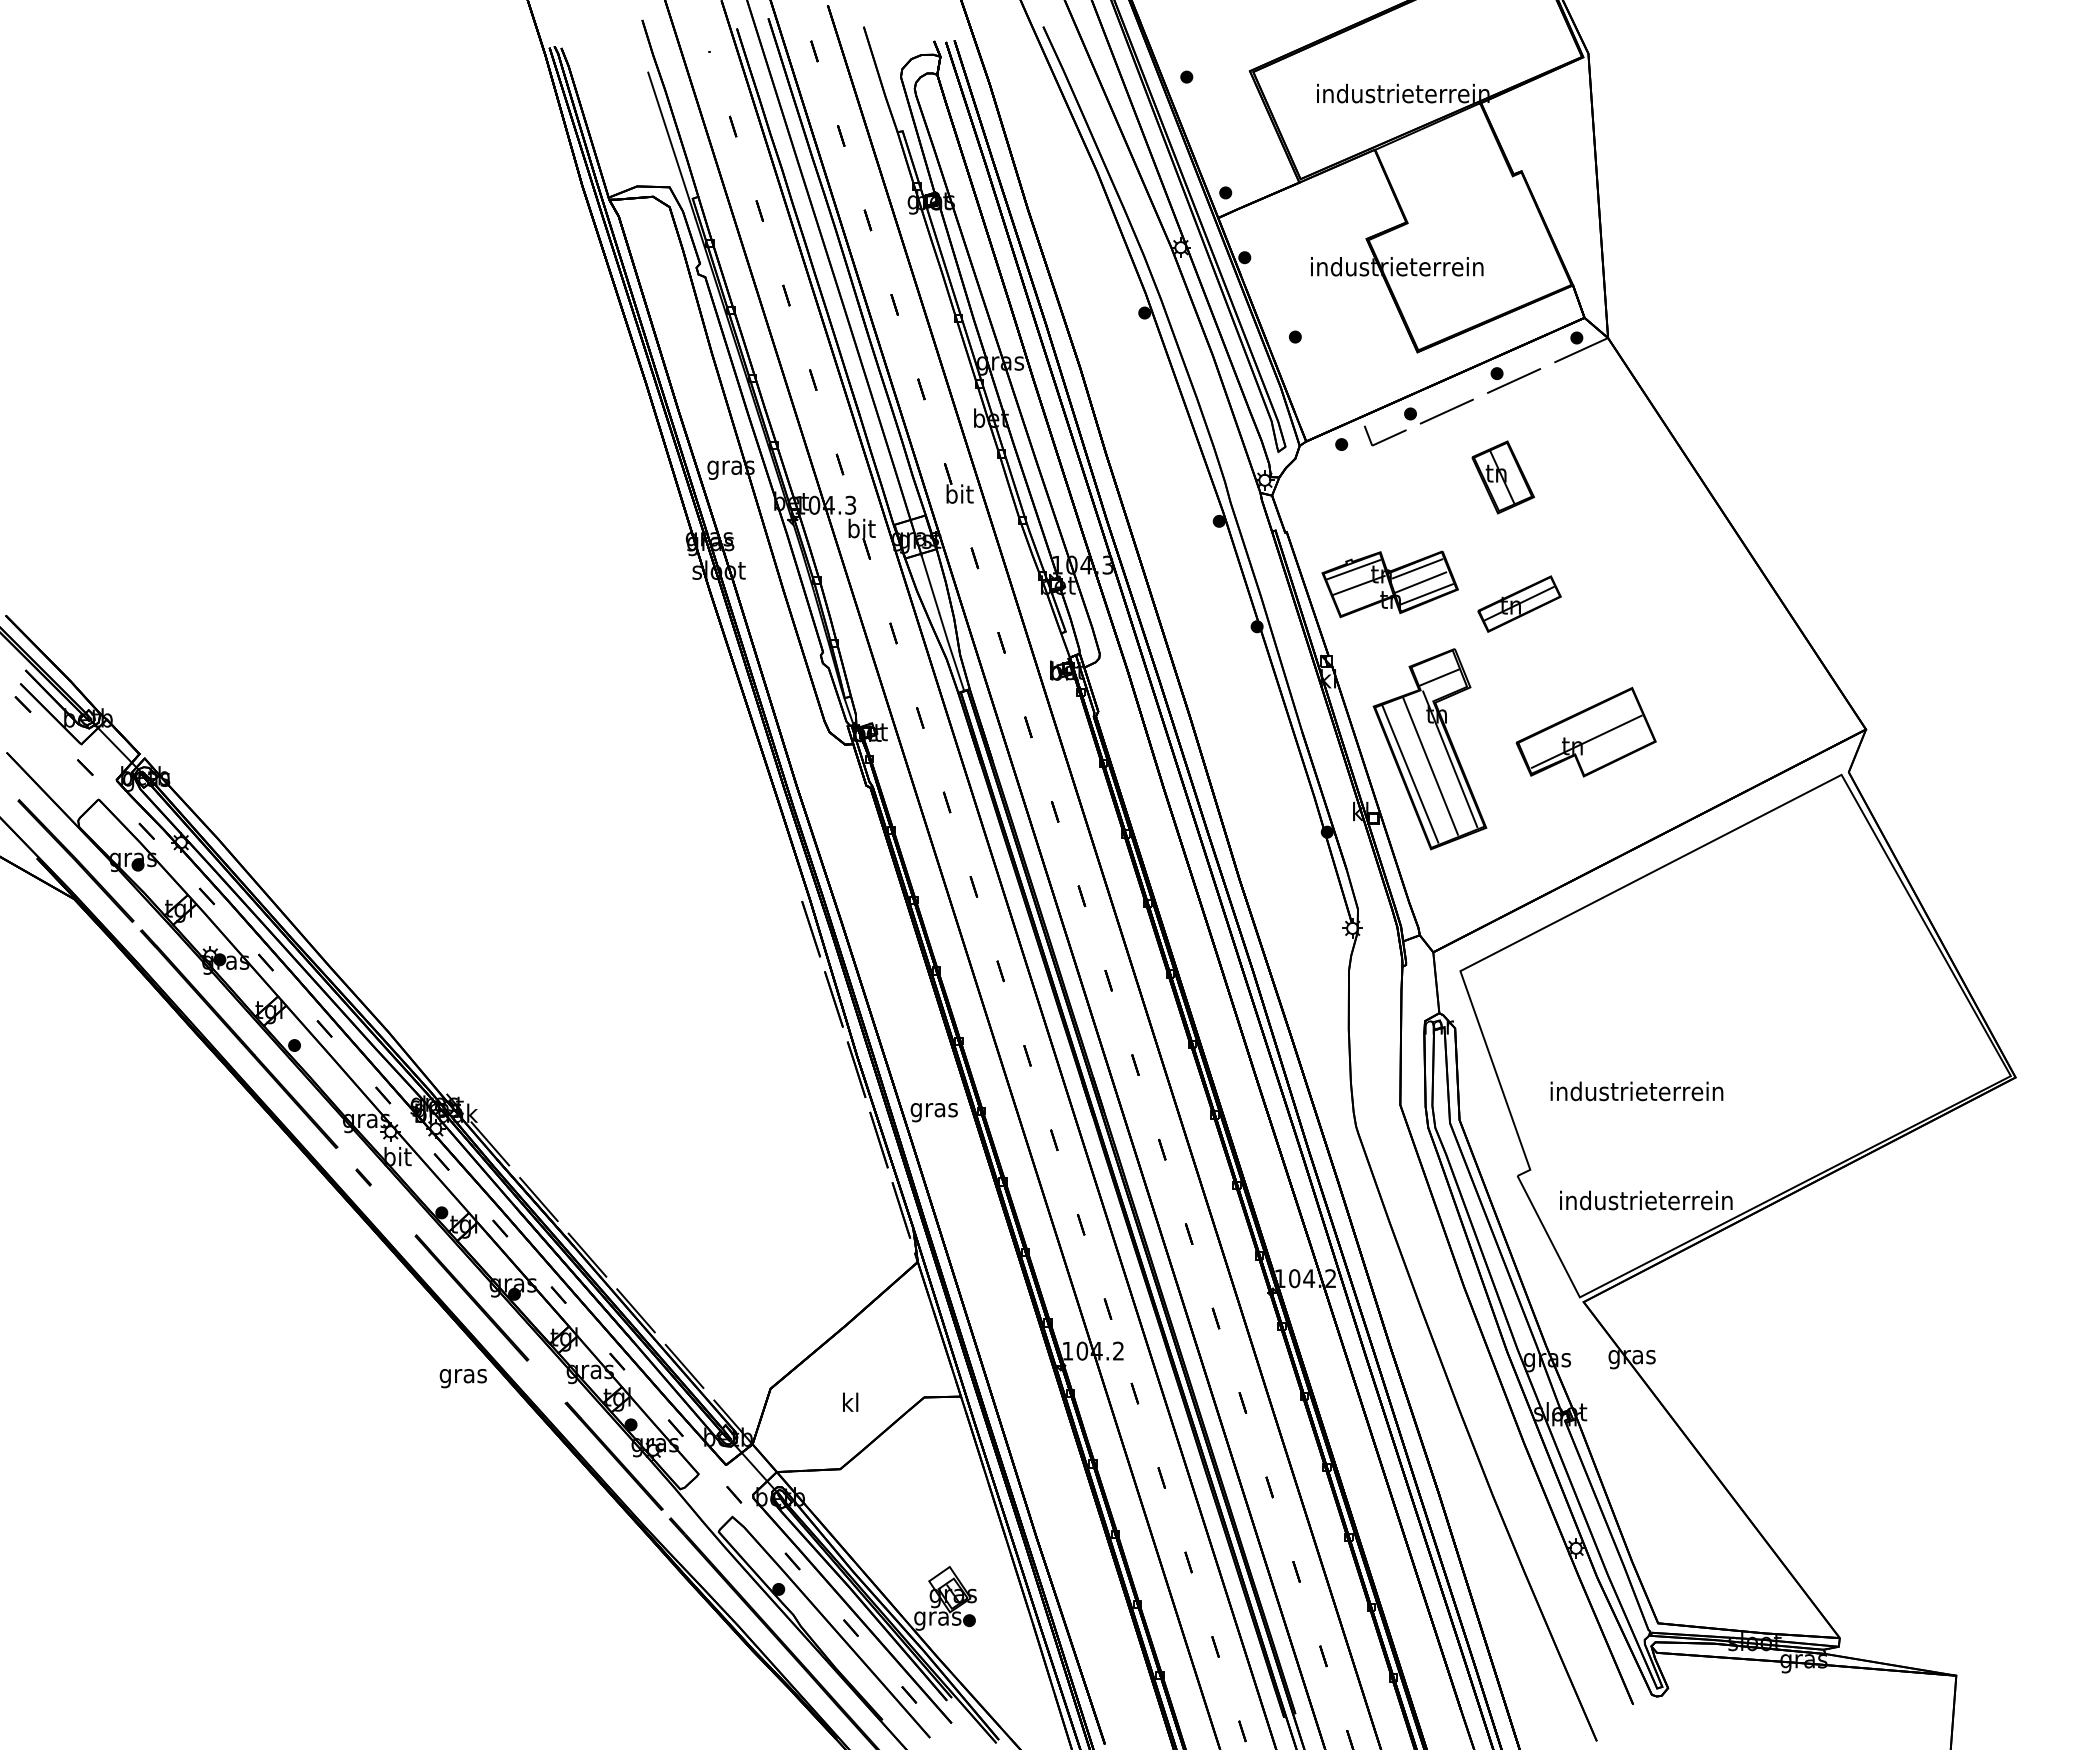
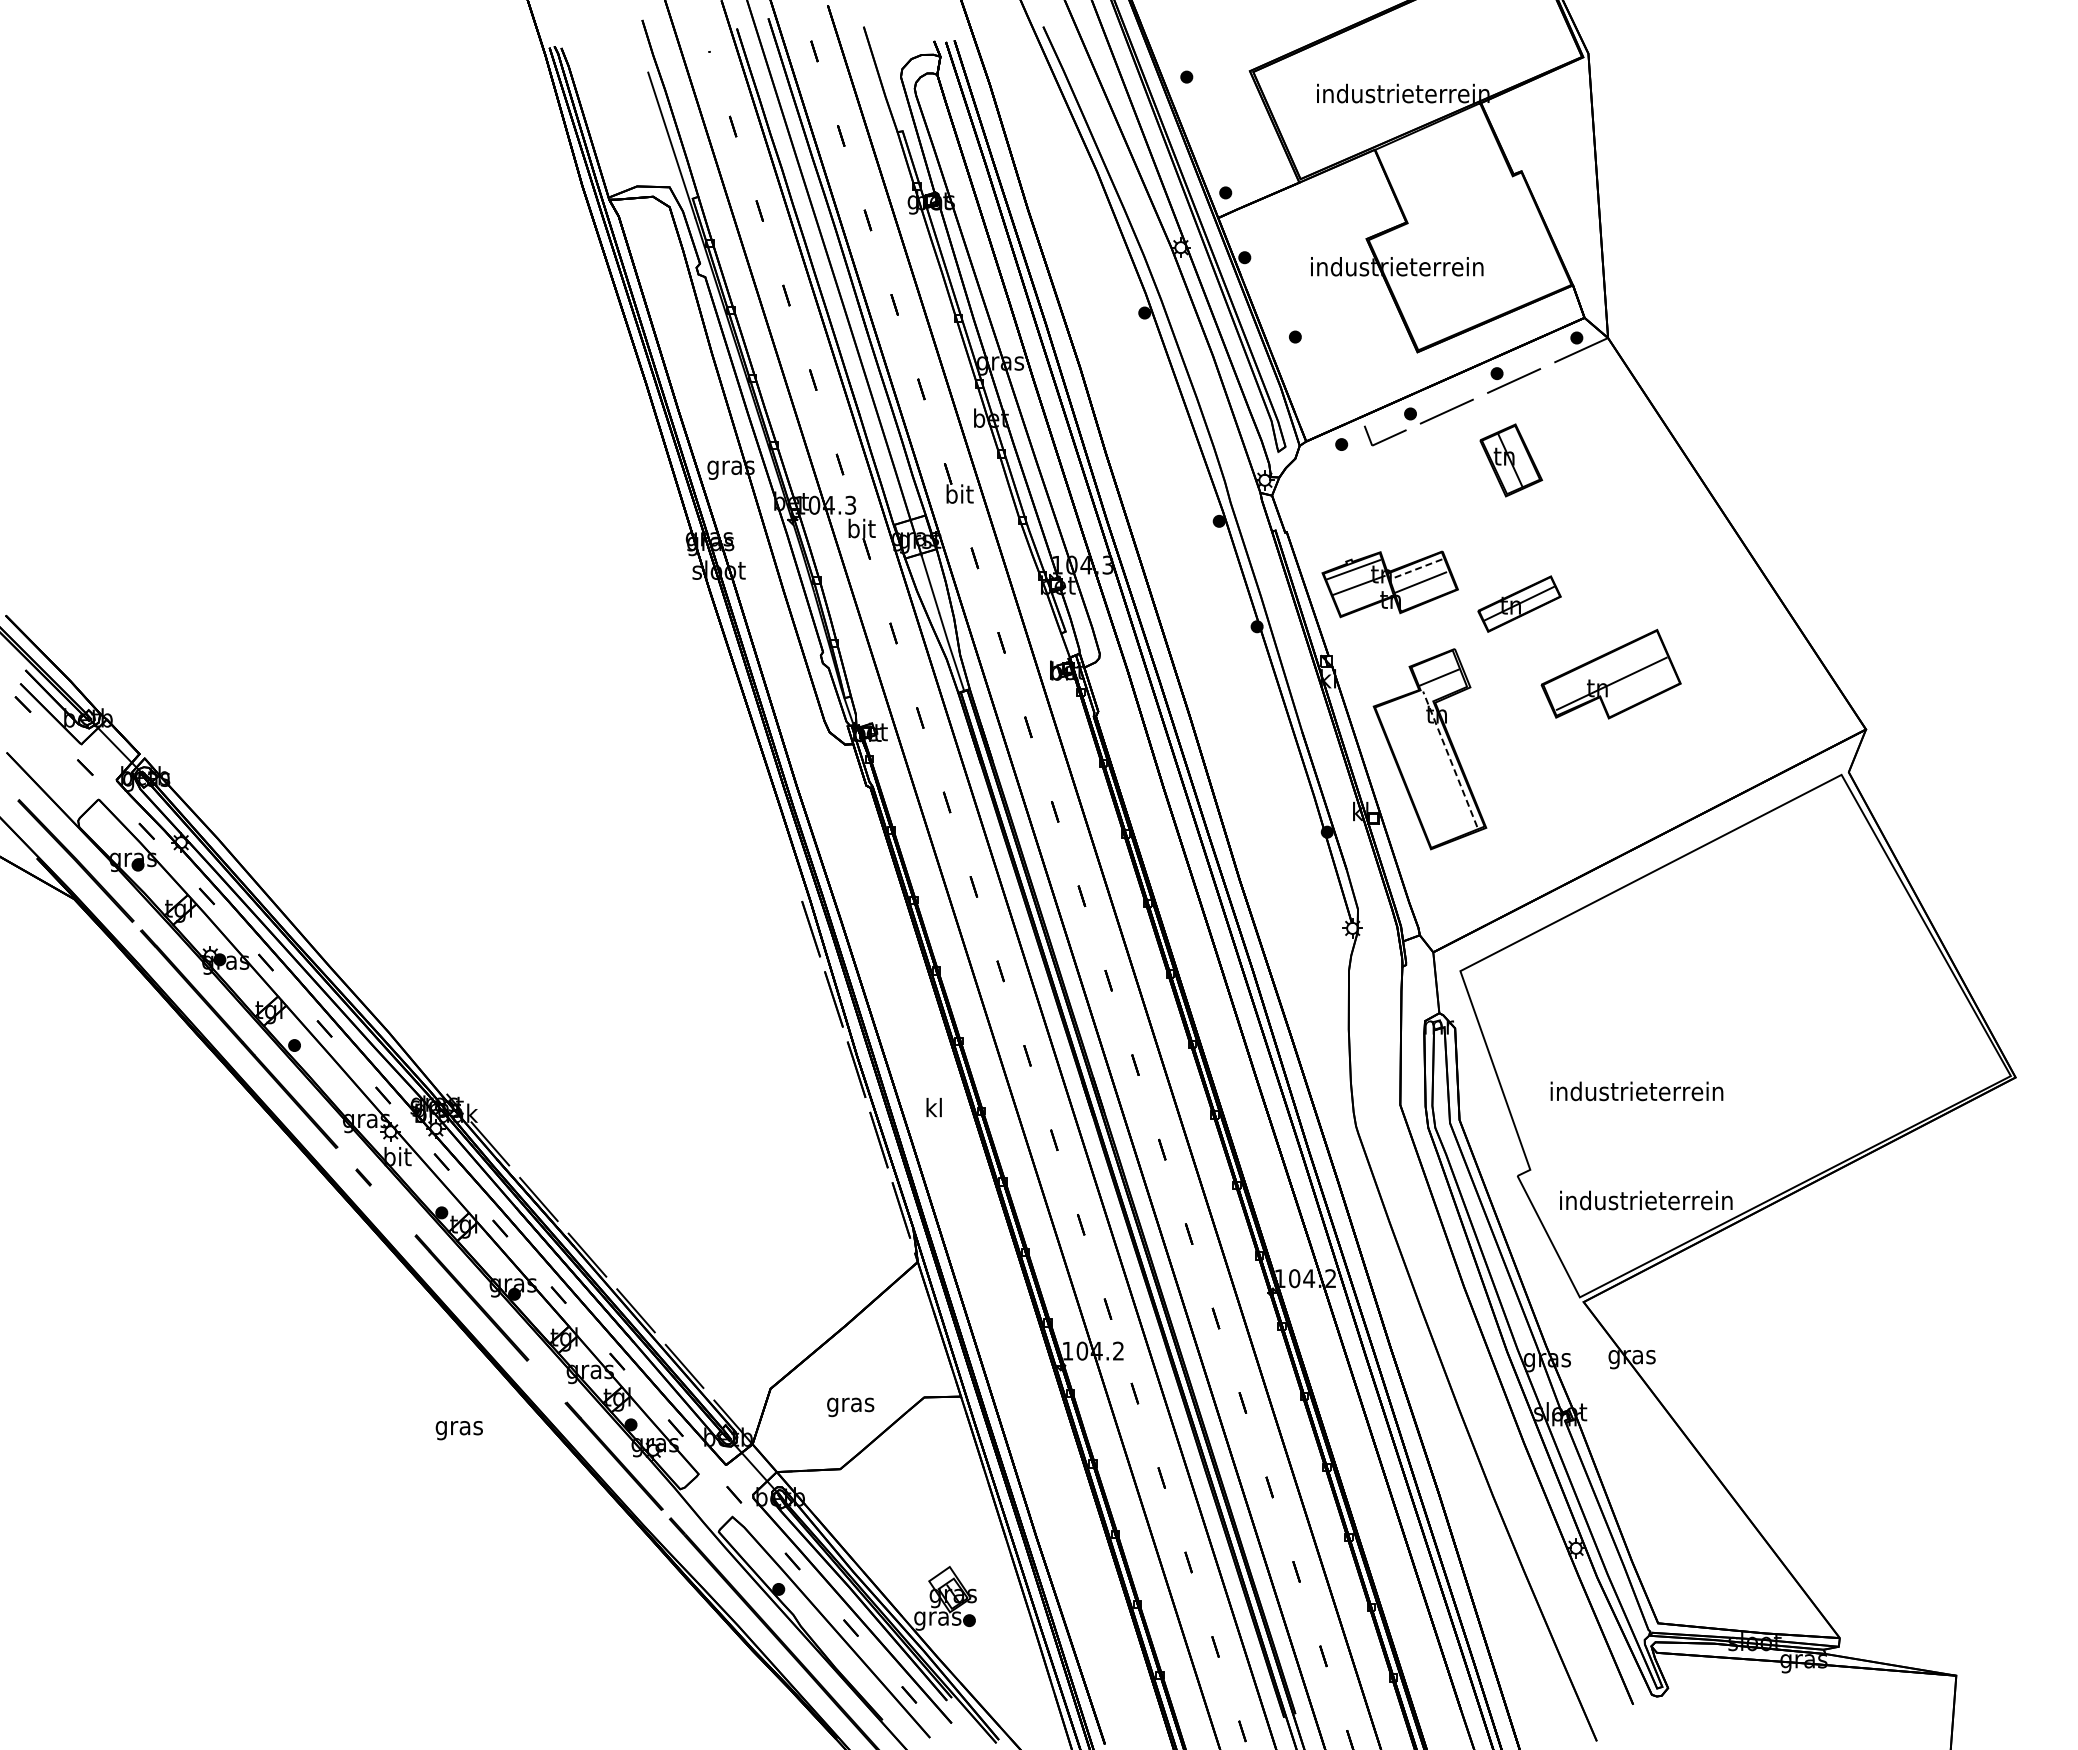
part at (1503, 477) position: (1503, 477) -> (1511, 460)
line at (1417, 569): solid -> dashed
line at (1425, 594): present -> none
part at (1585, 731) position: (1585, 731) -> (1610, 673)
line at (1450, 759): solid -> dashed
line at (1430, 765): present -> none
line at (1410, 773): present -> none
text at (933, 1109): gras -> kl
text at (462, 1378) position: (462, 1378) -> (458, 1430)
text at (850, 1404): kl -> gras
